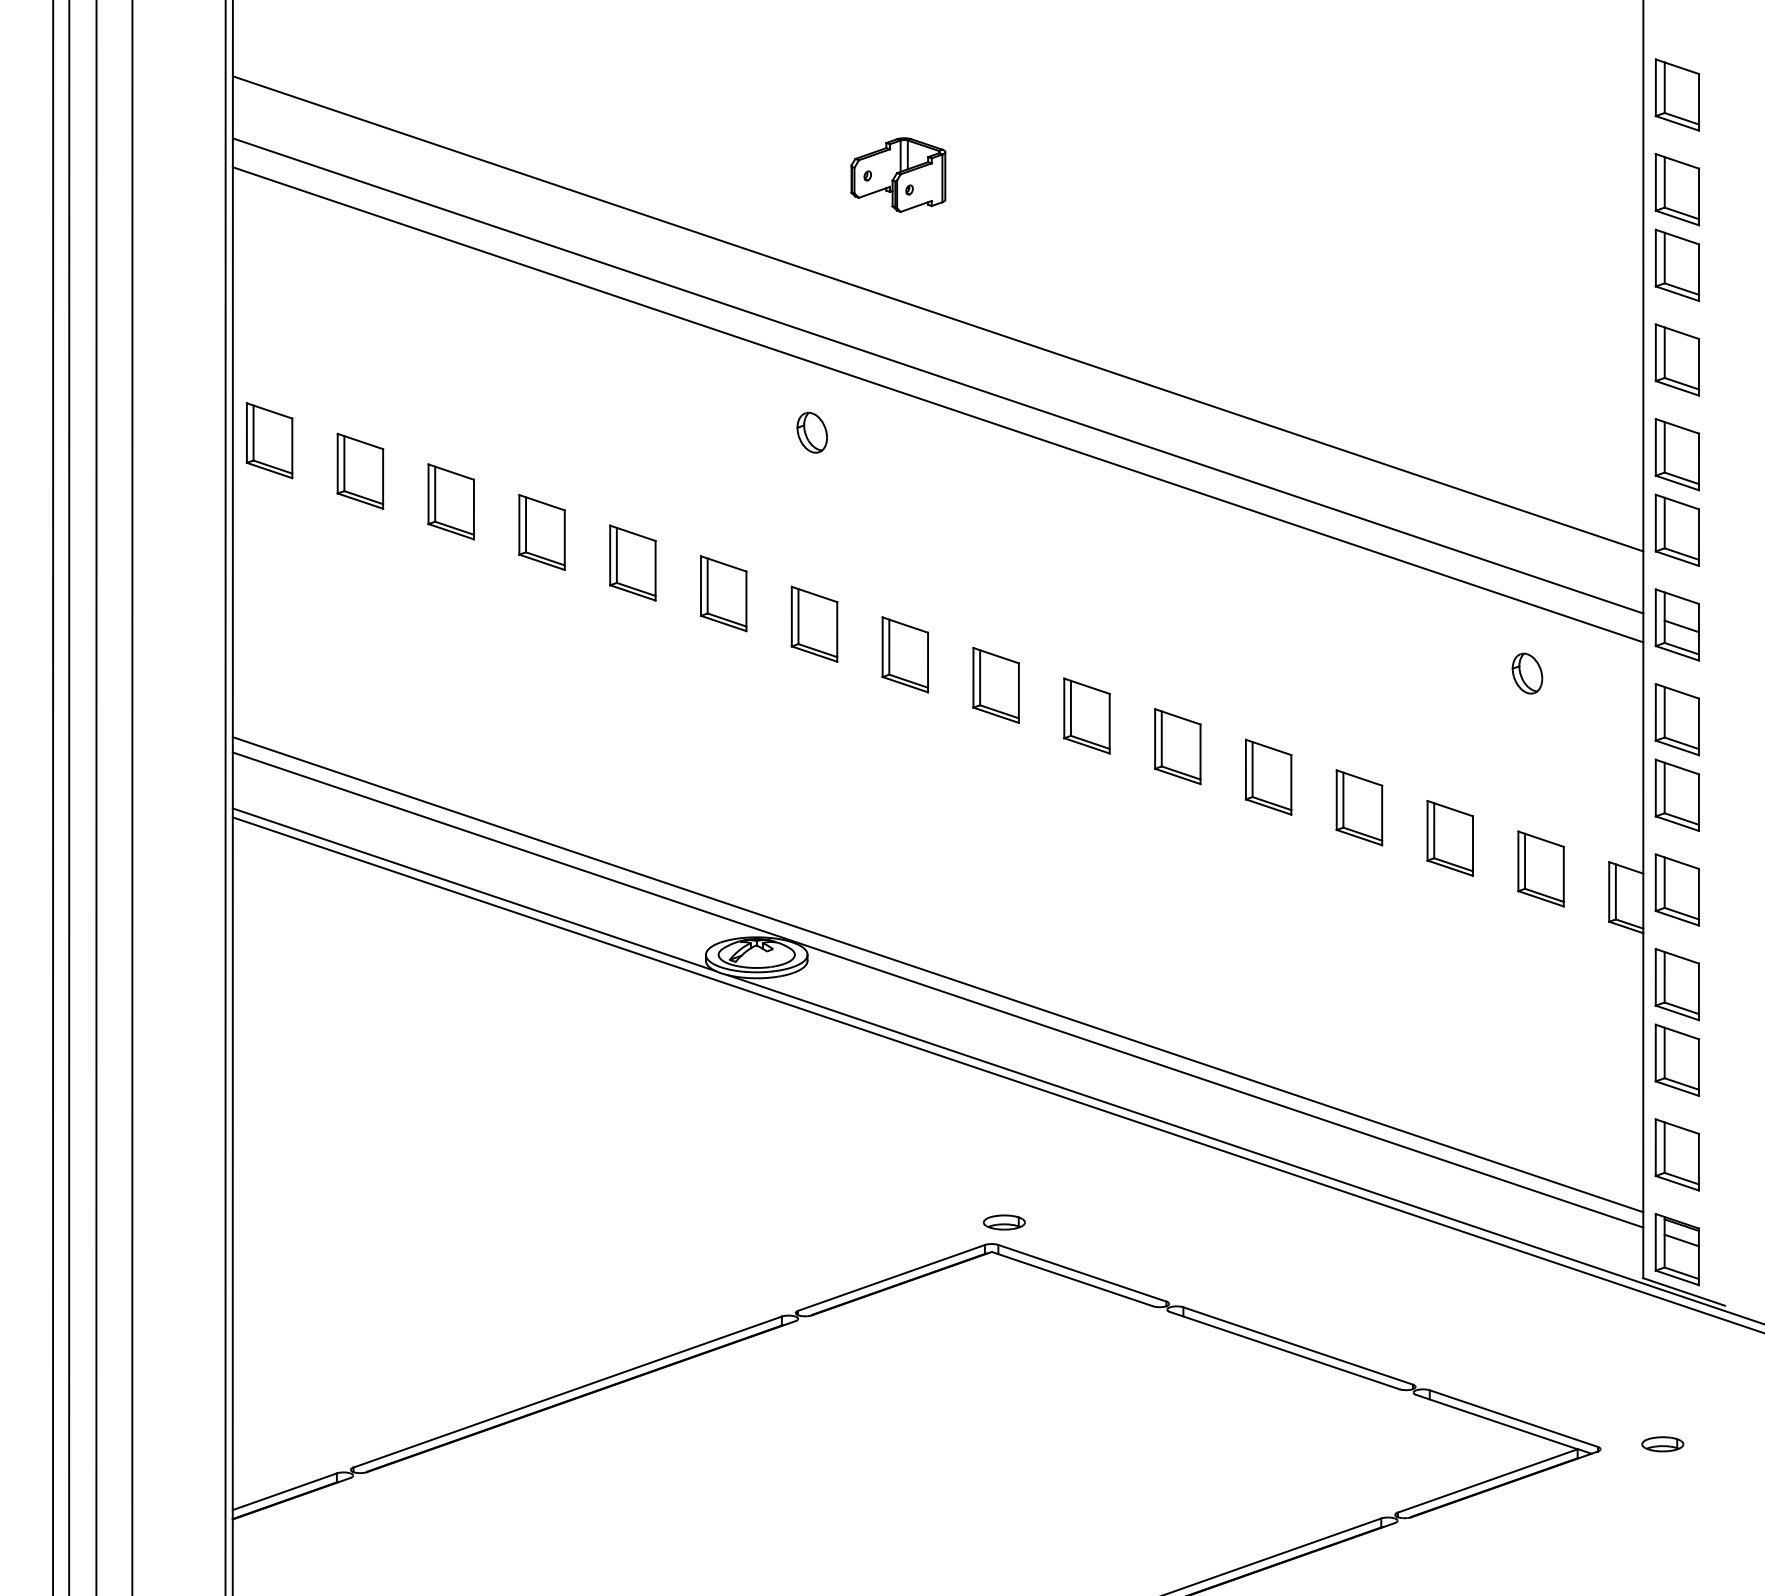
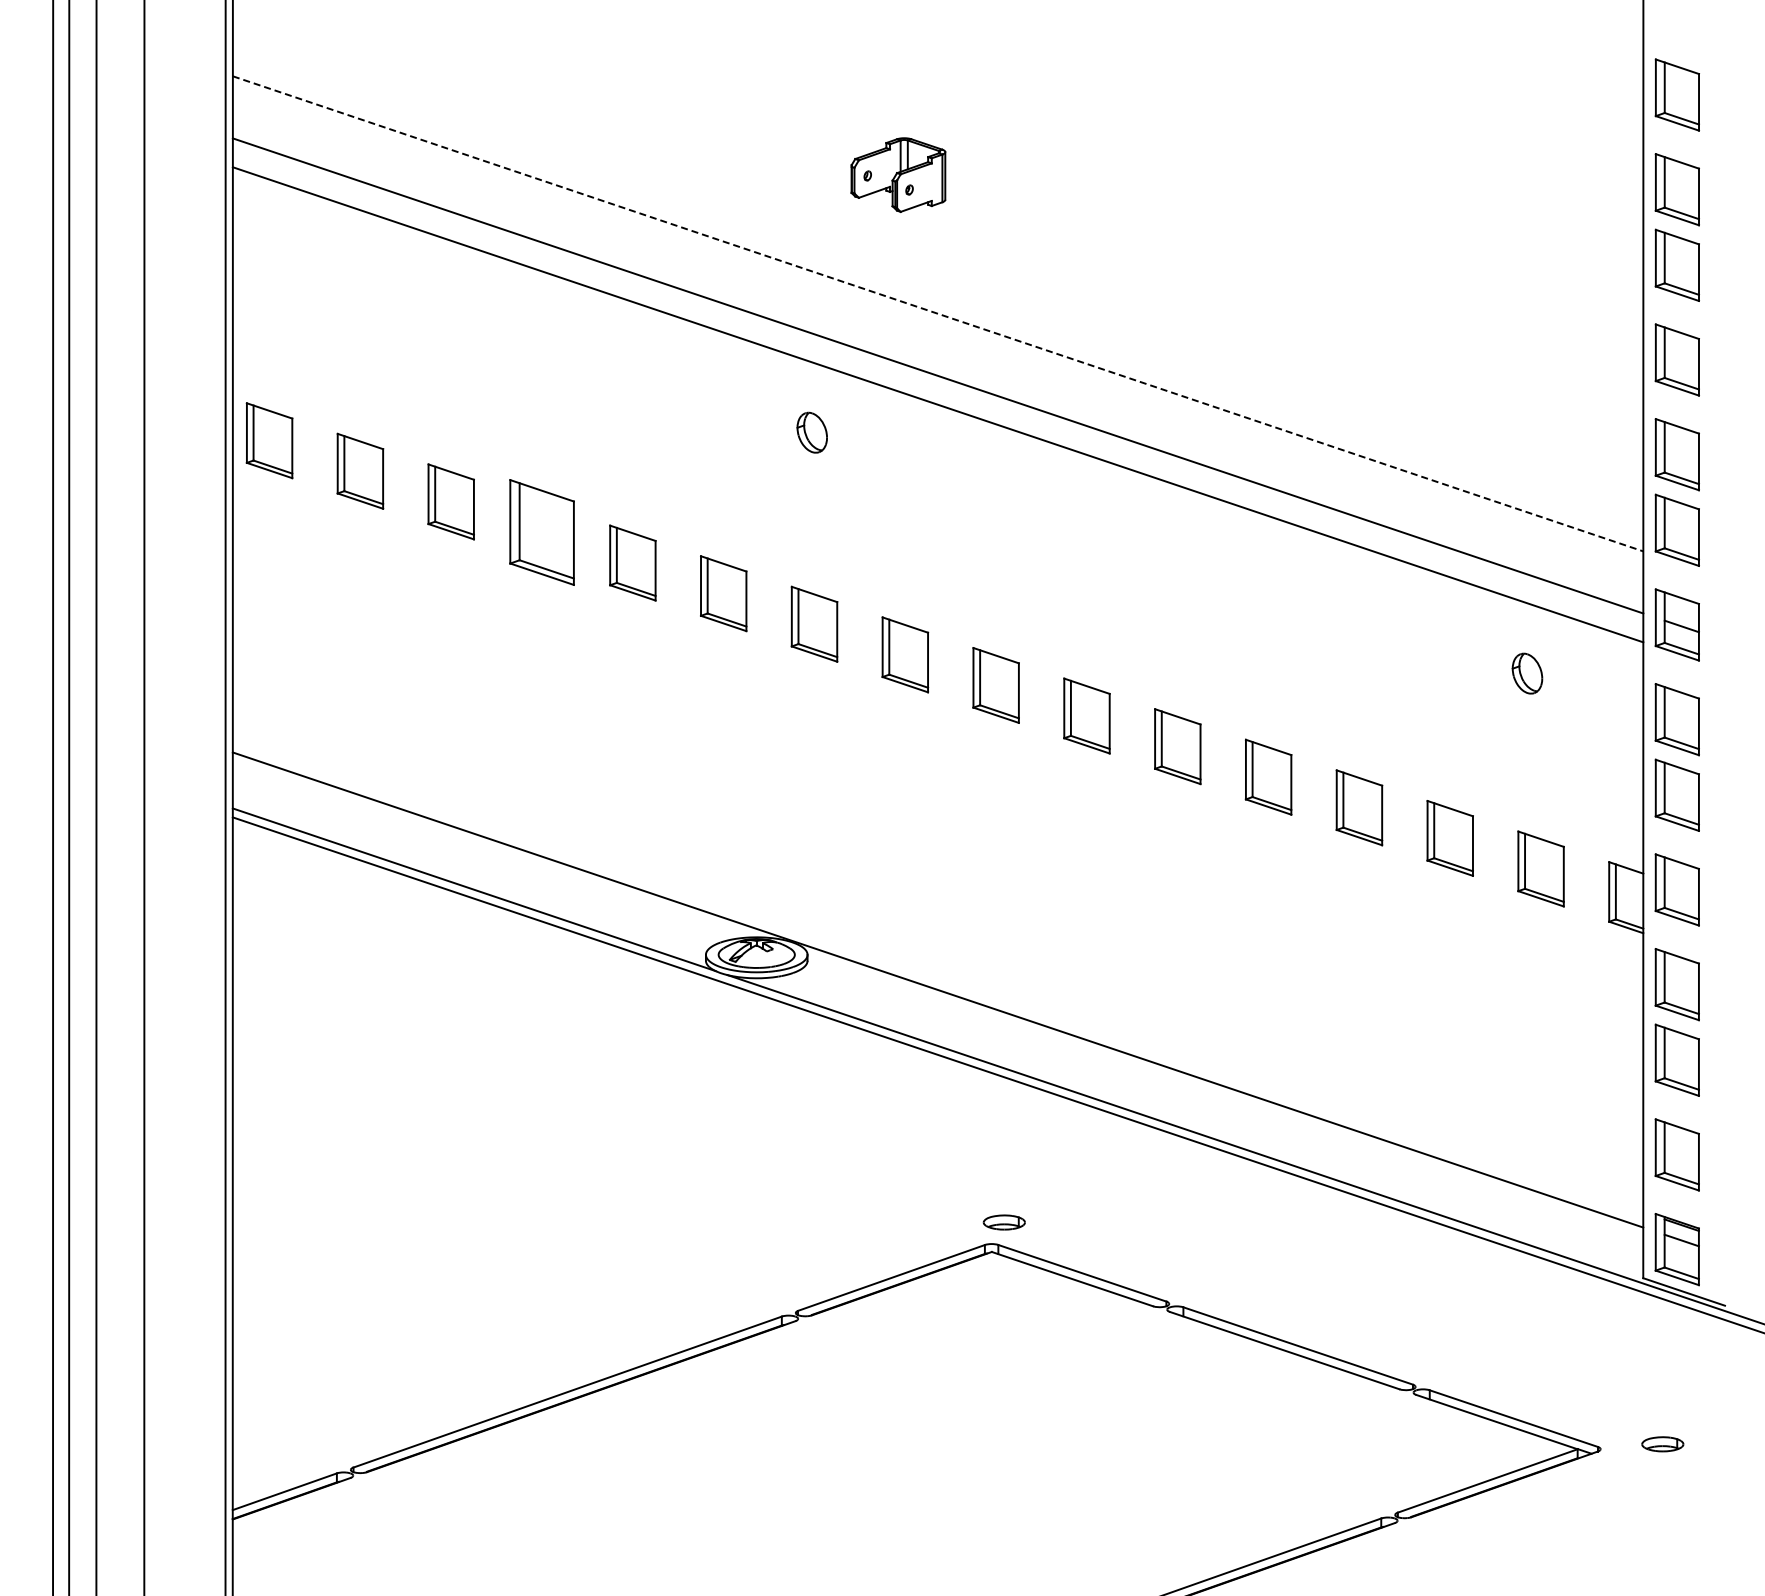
line at (938, 314): solid -> dashed
part at (541, 532) size: 48x77 px -> 66x107 px
line at (132, 797) position: (132, 797) -> (144, 797)
line at (937, 974): present -> none
